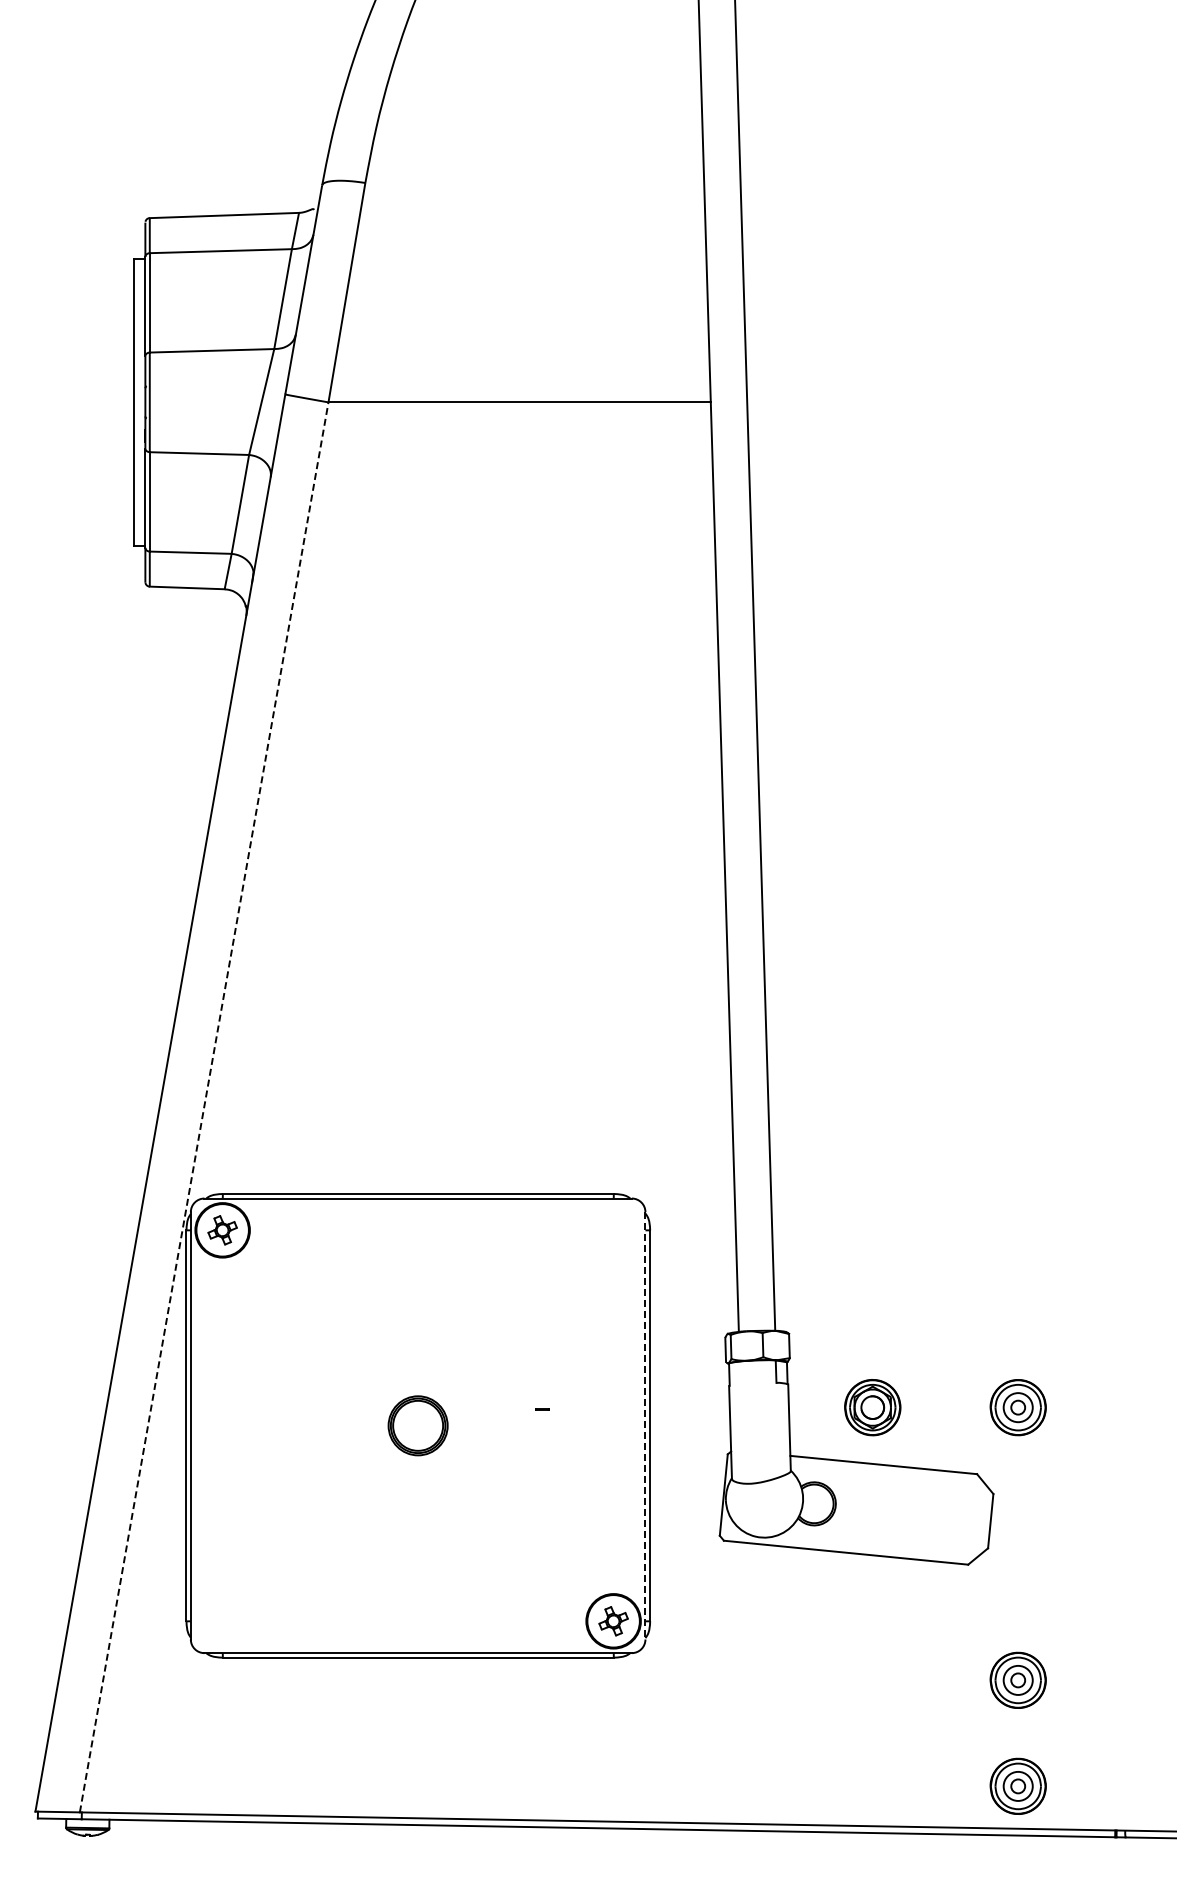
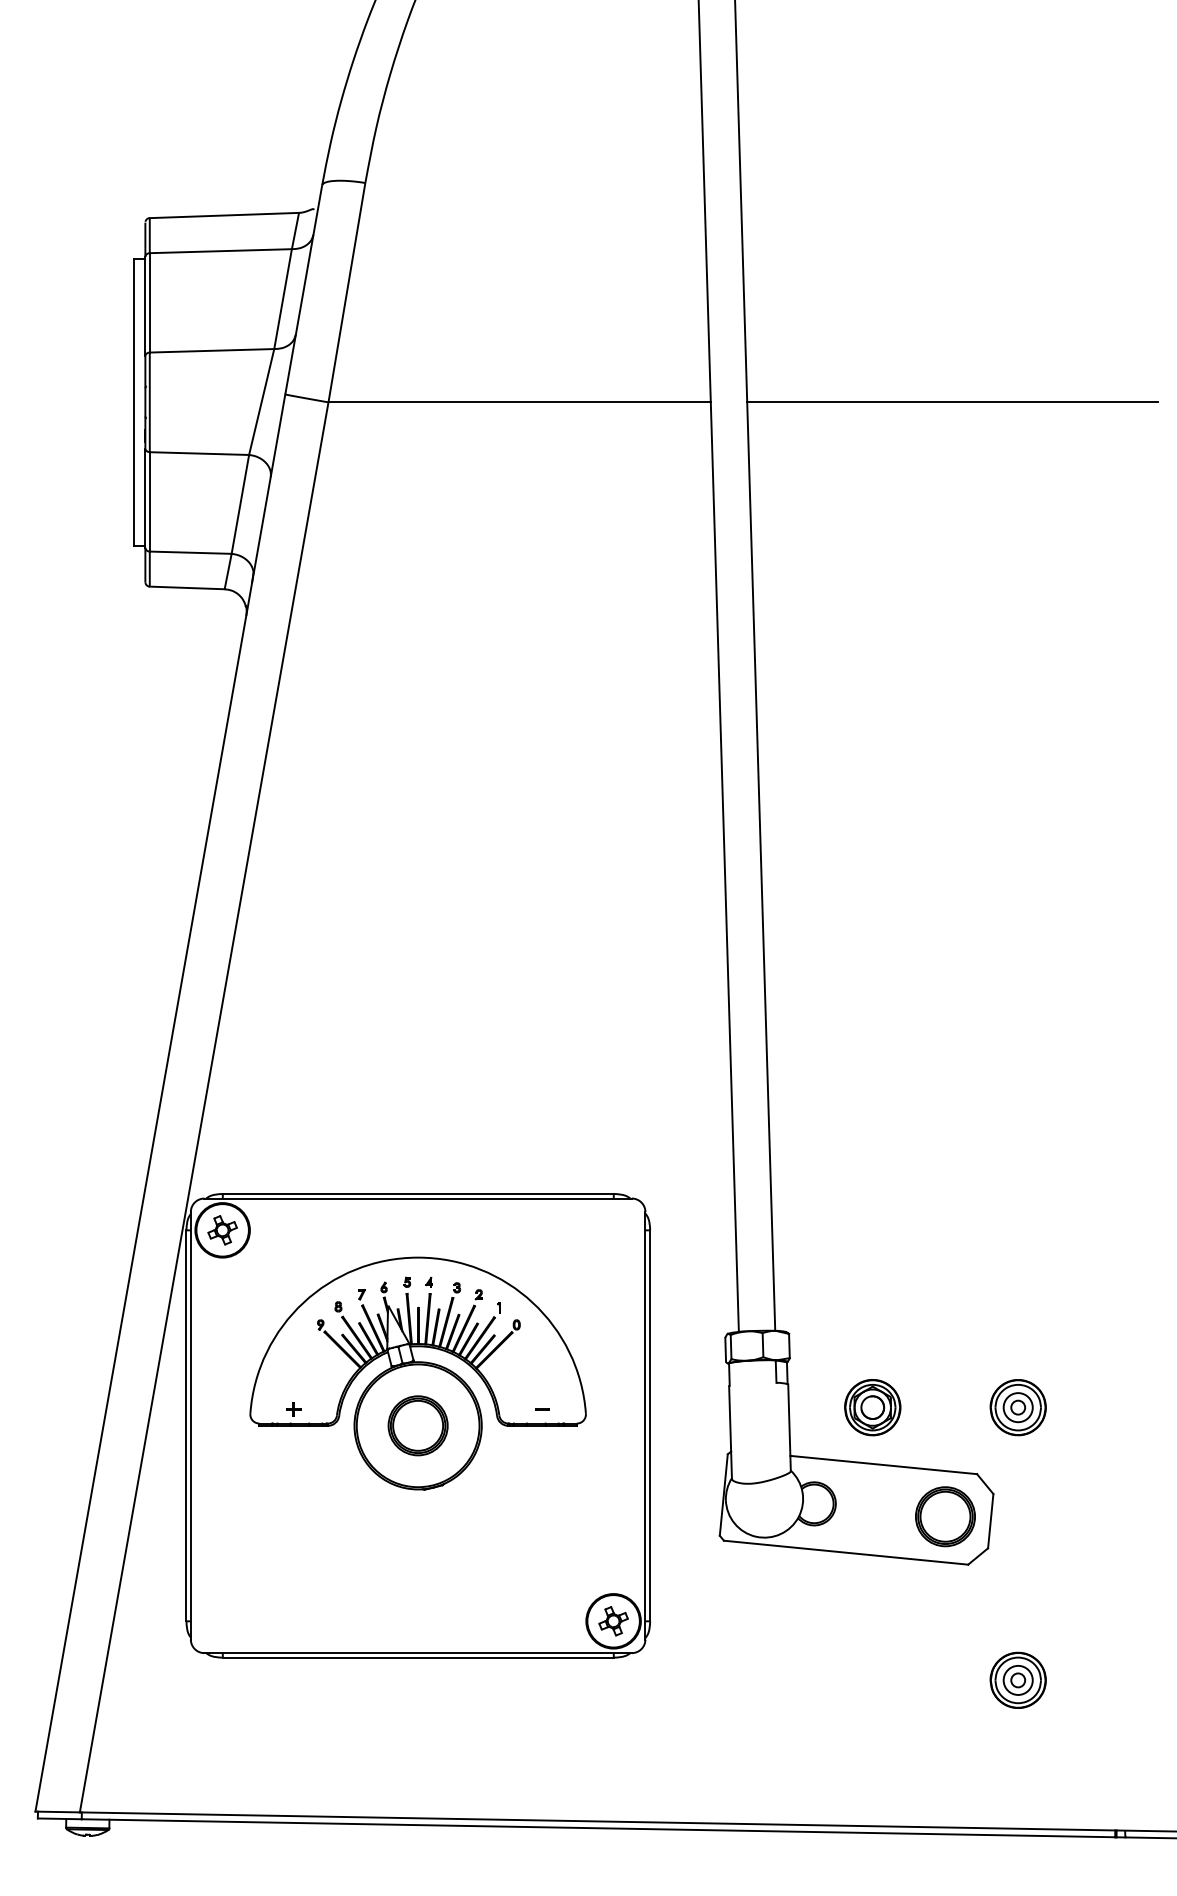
line at (952, 402): none -> present
line at (204, 1107): dashed -> solid
part at (417, 1373): none -> present
line at (645, 1425): dashed -> solid
part at (945, 1516): none -> present
part at (1017, 1785): present -> none
